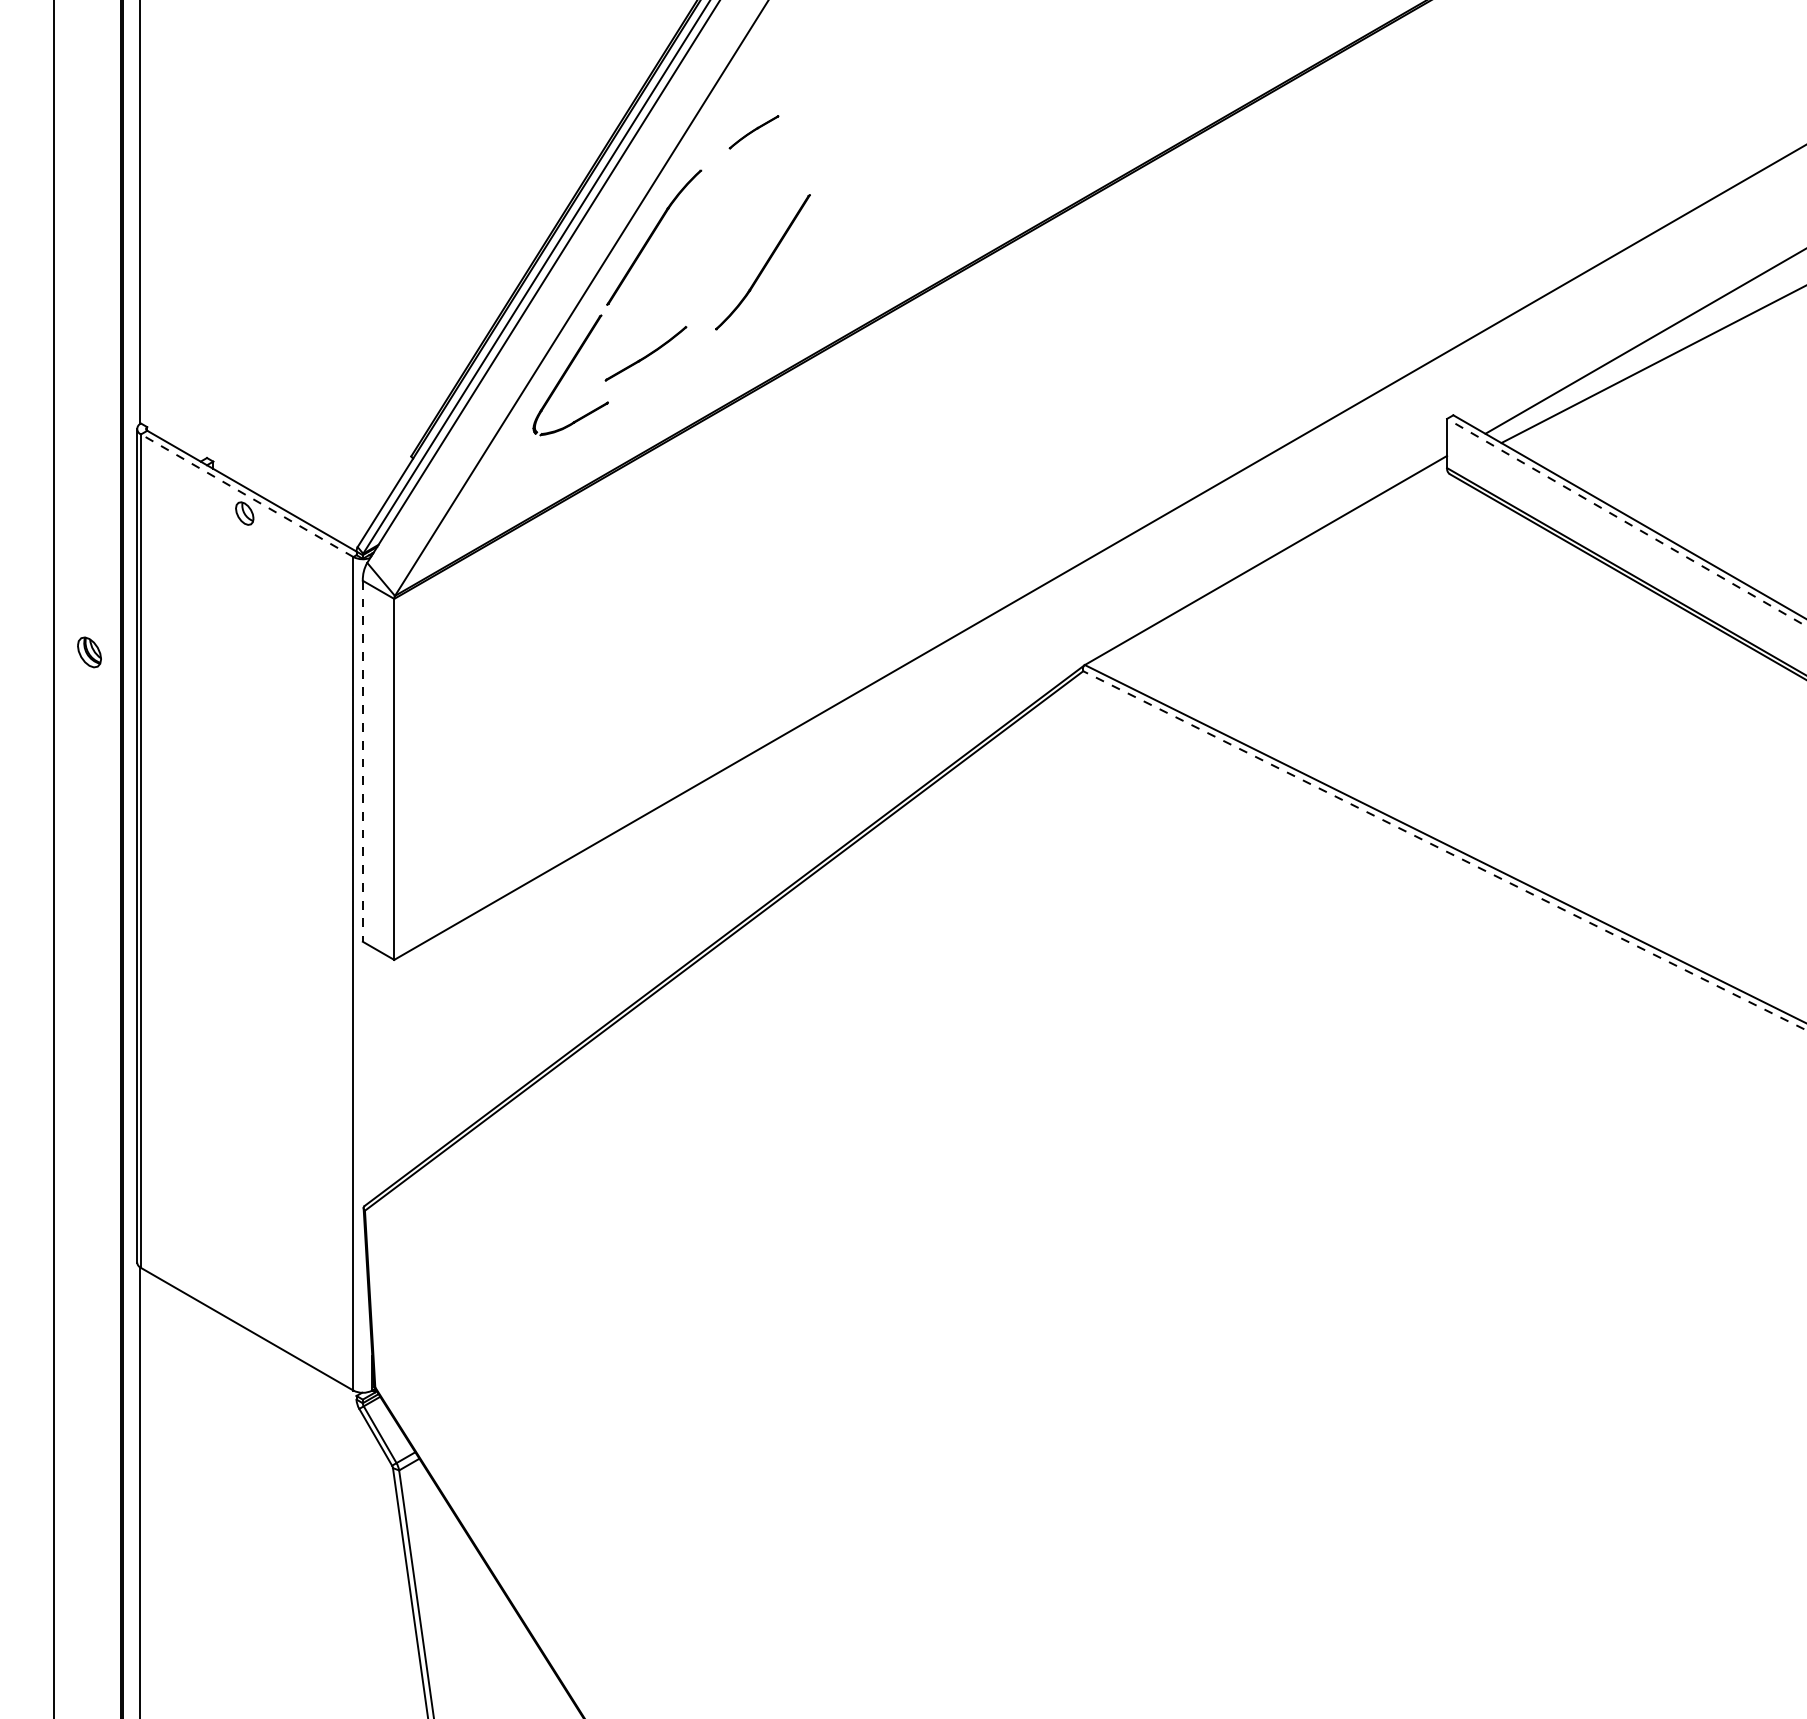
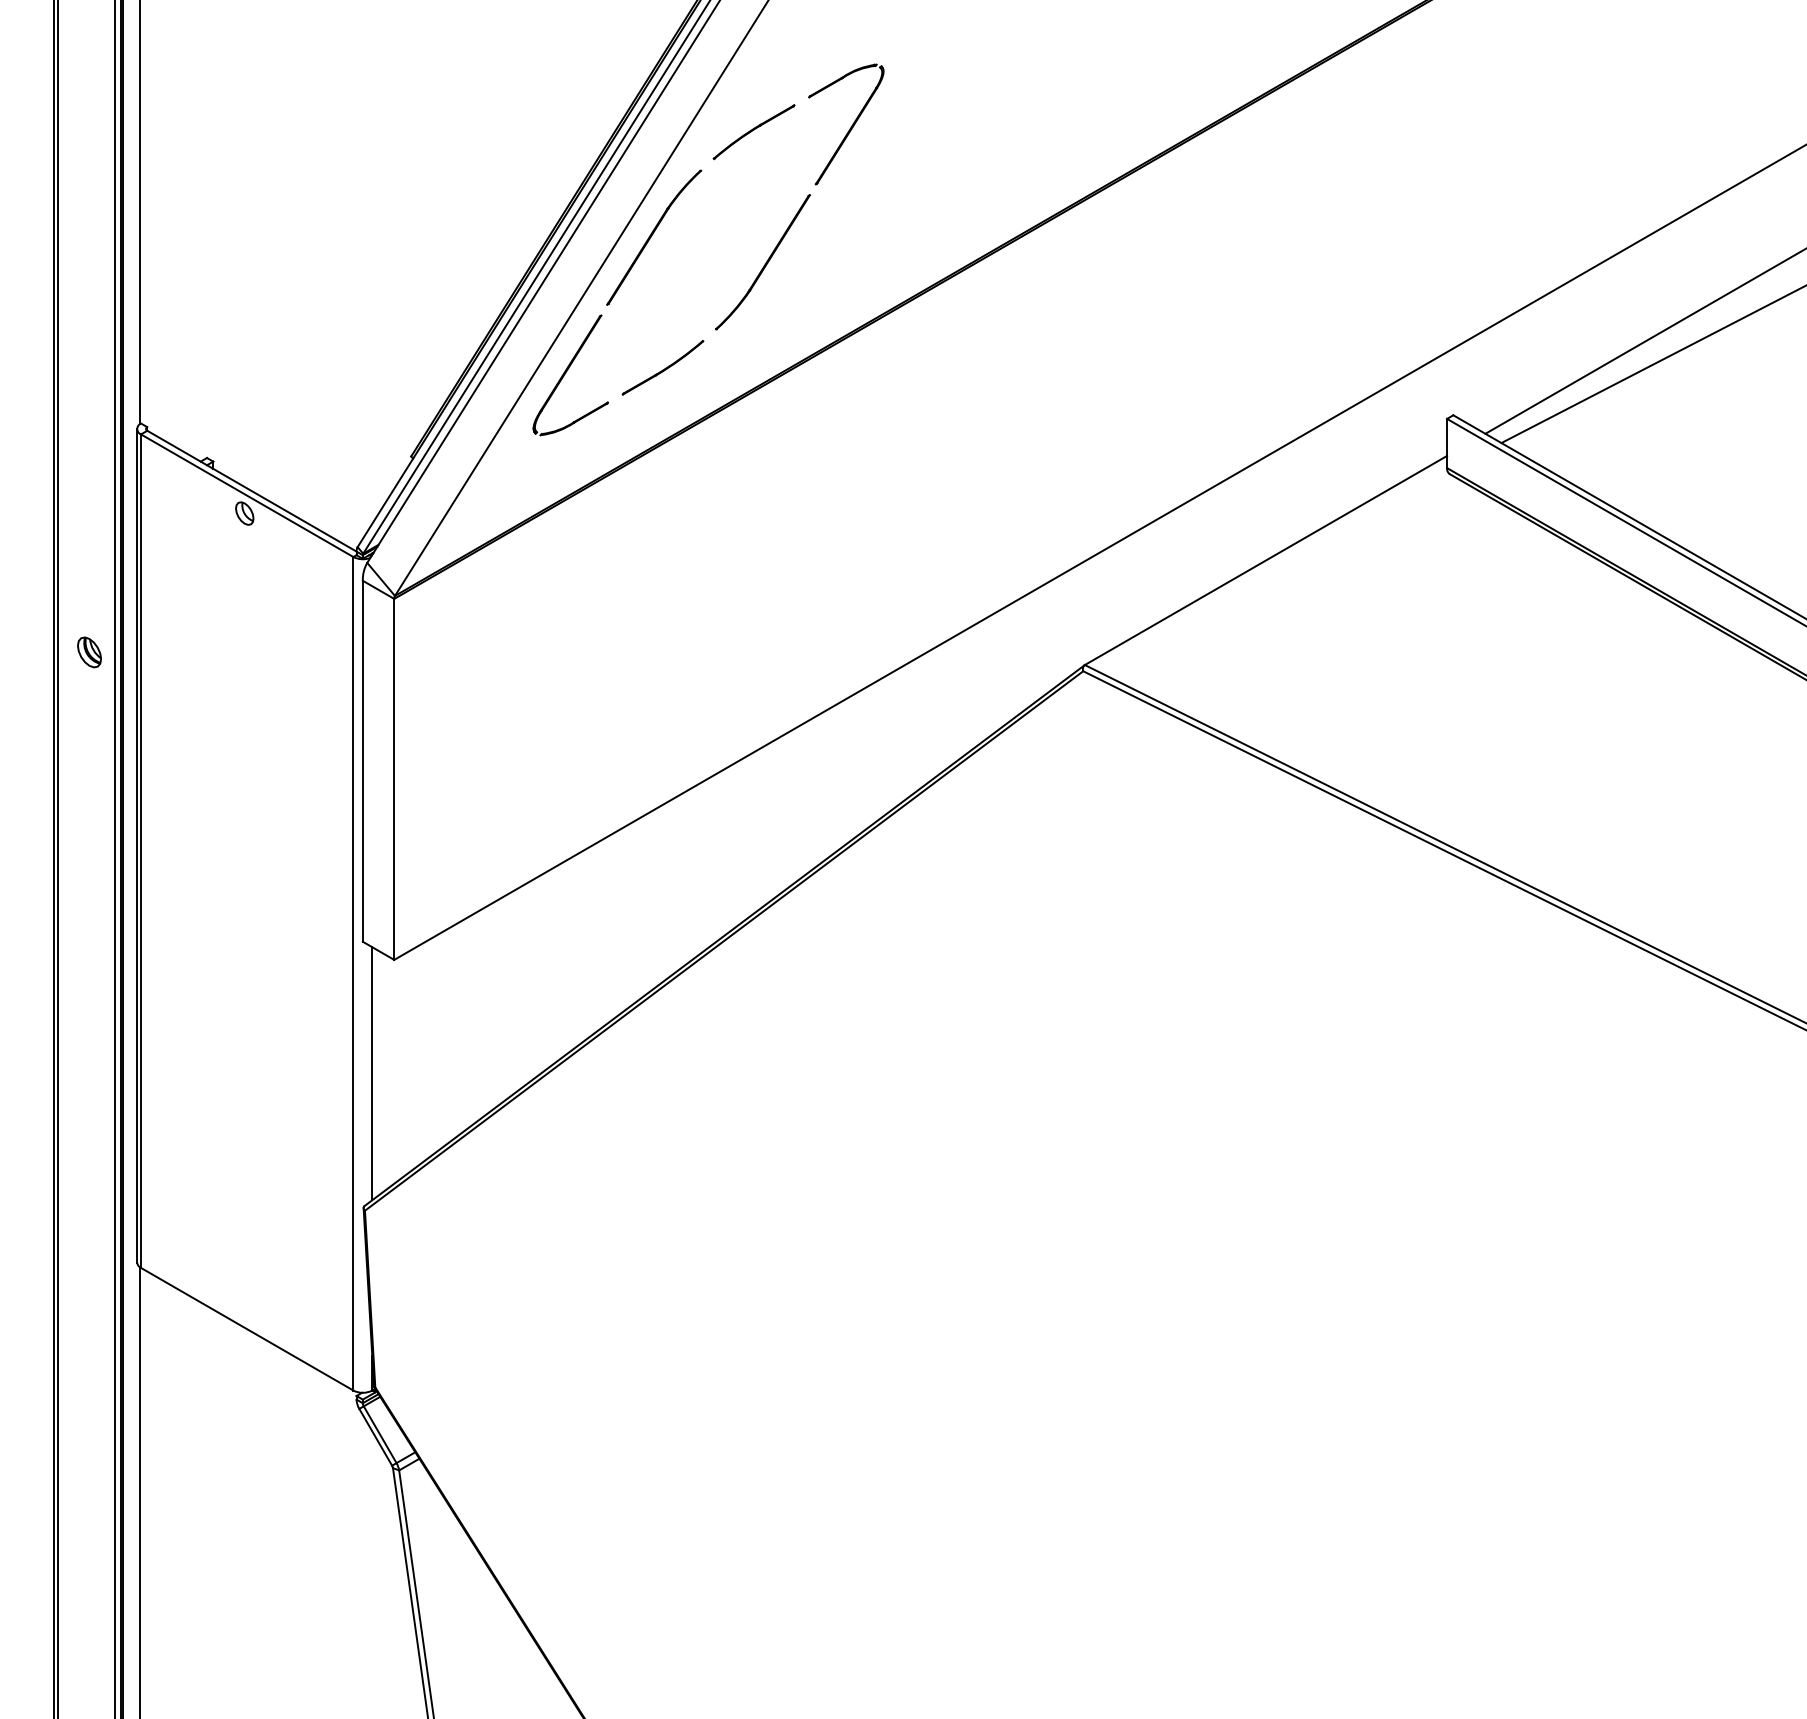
part at (846, 124): none -> present
part at (753, 132) size: 52x35 px -> 84x57 px
part at (645, 353) position: (645, 353) -> (662, 367)
line at (247, 495): dashed -> solid
line at (1626, 522): dashed -> solid
line at (362, 761): dashed -> solid
line at (1444, 850): dashed -> solid
line at (58, 858): none -> present
line at (114, 858): none -> present
line at (372, 1073): none -> present
